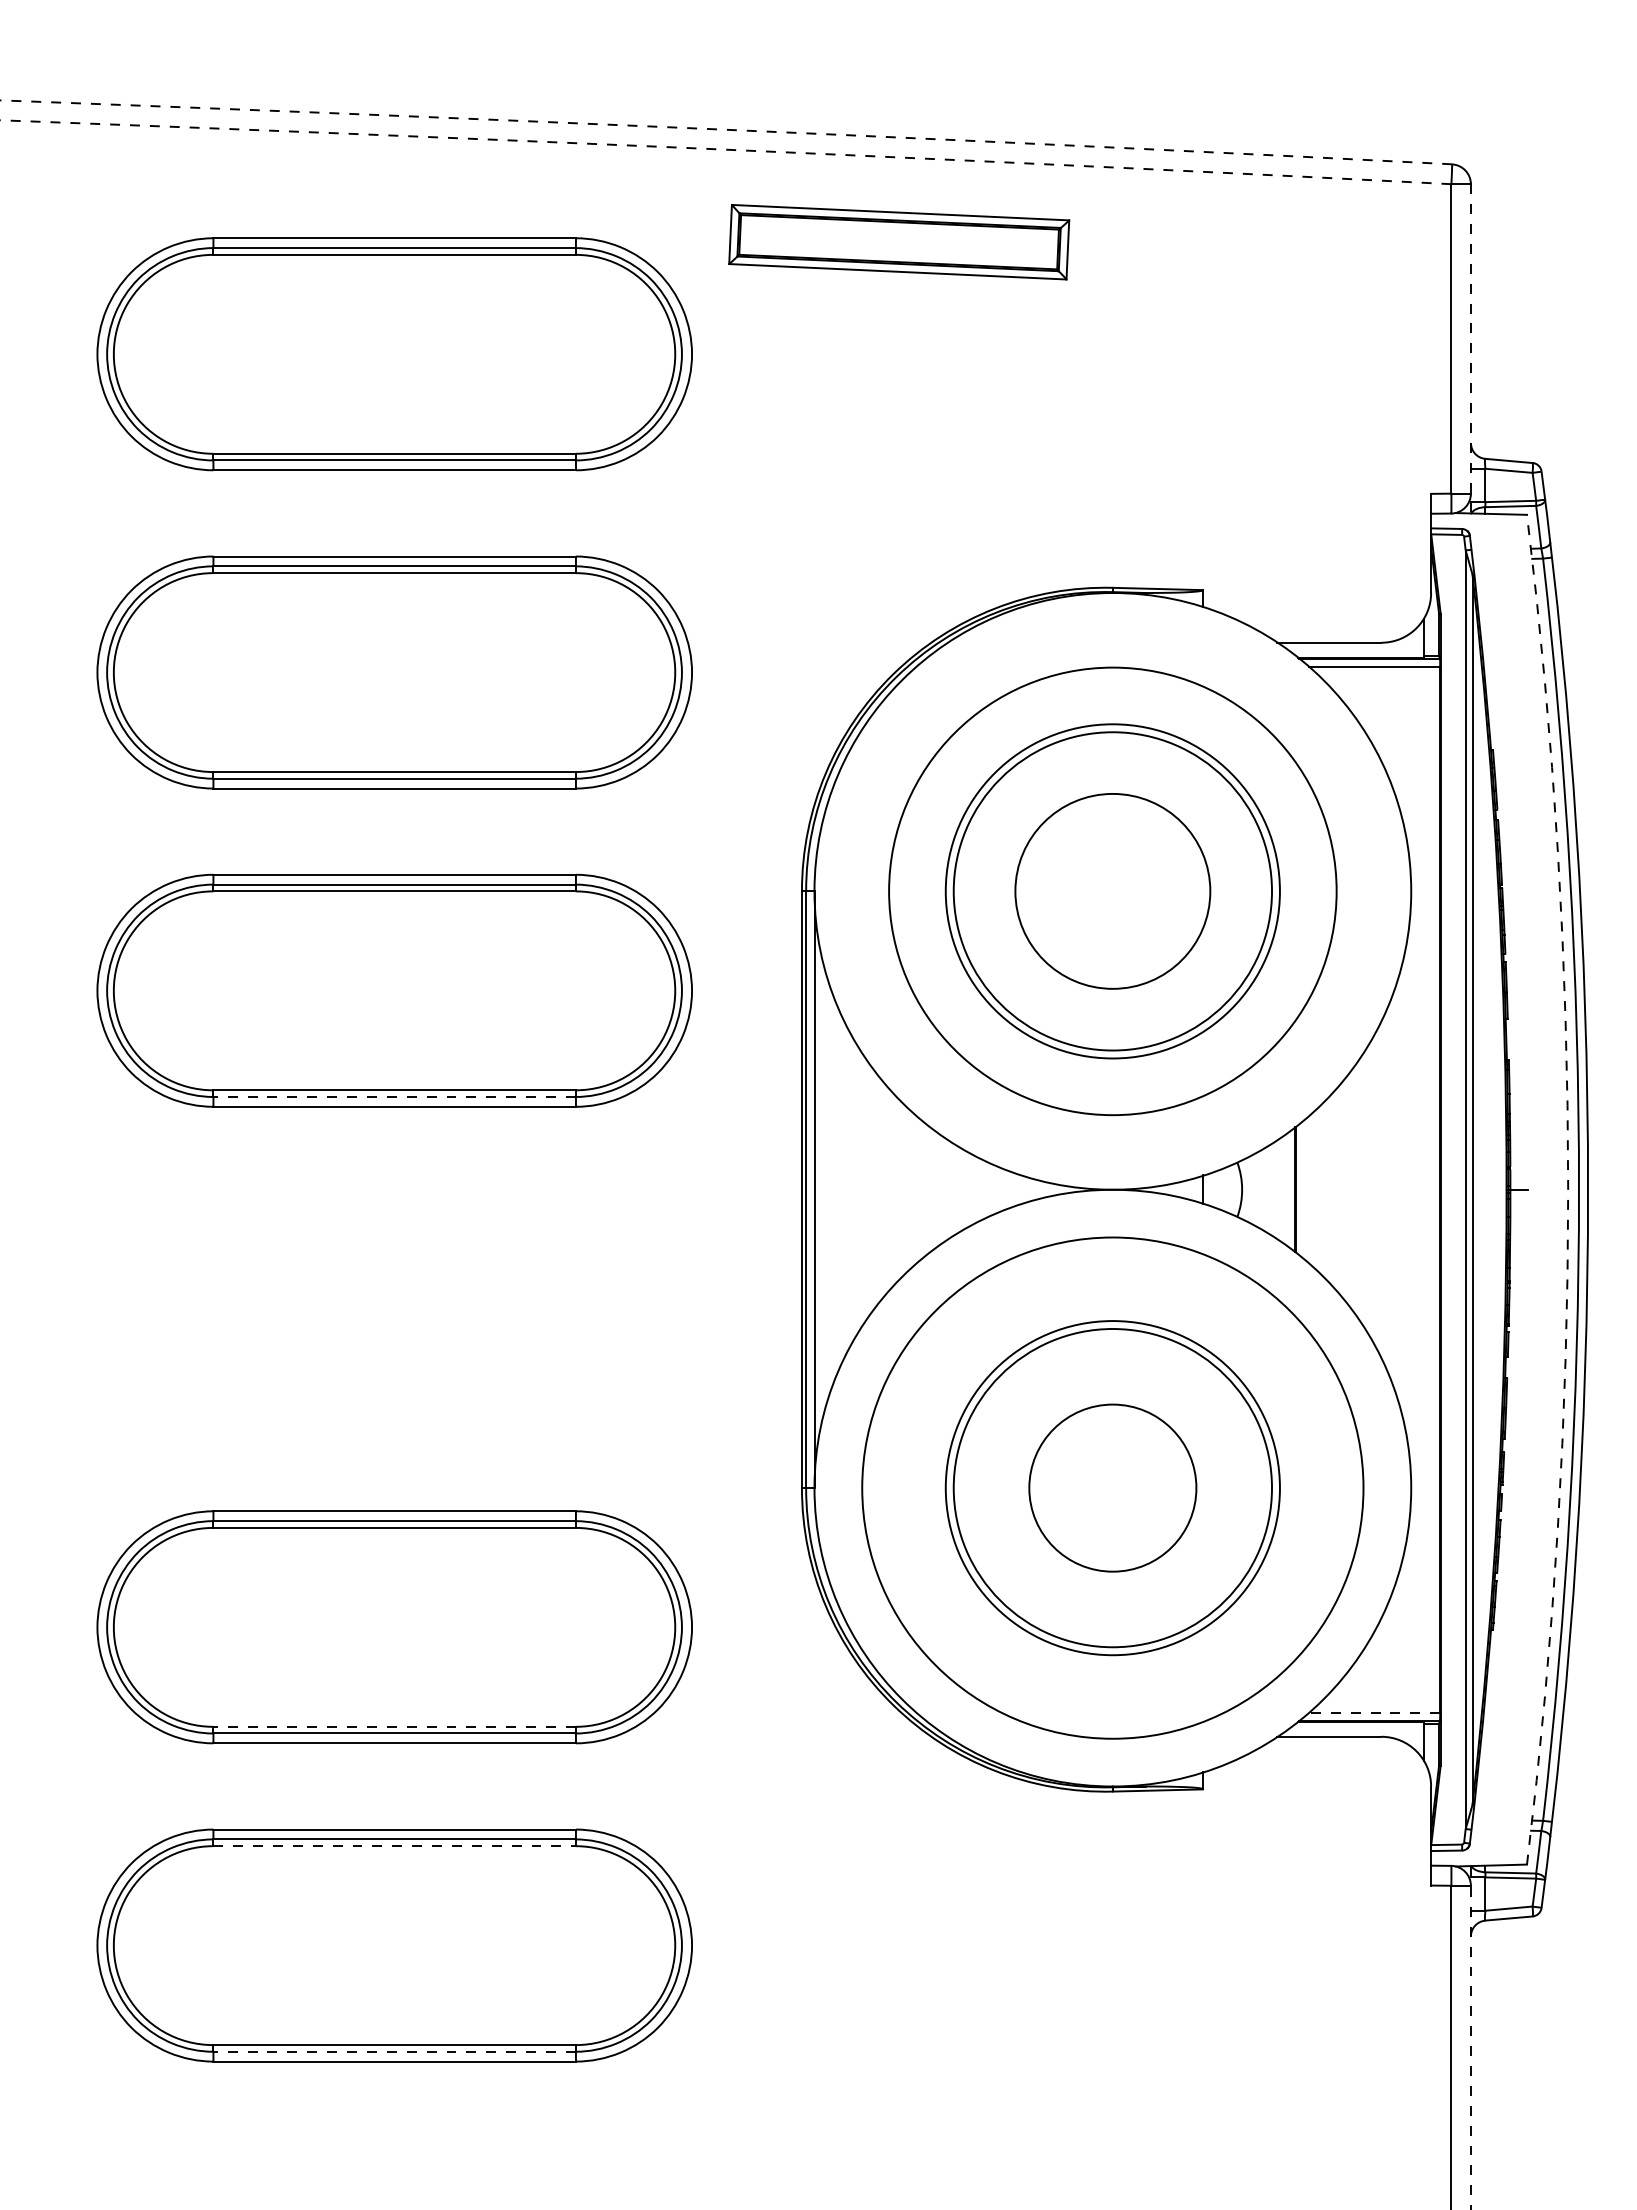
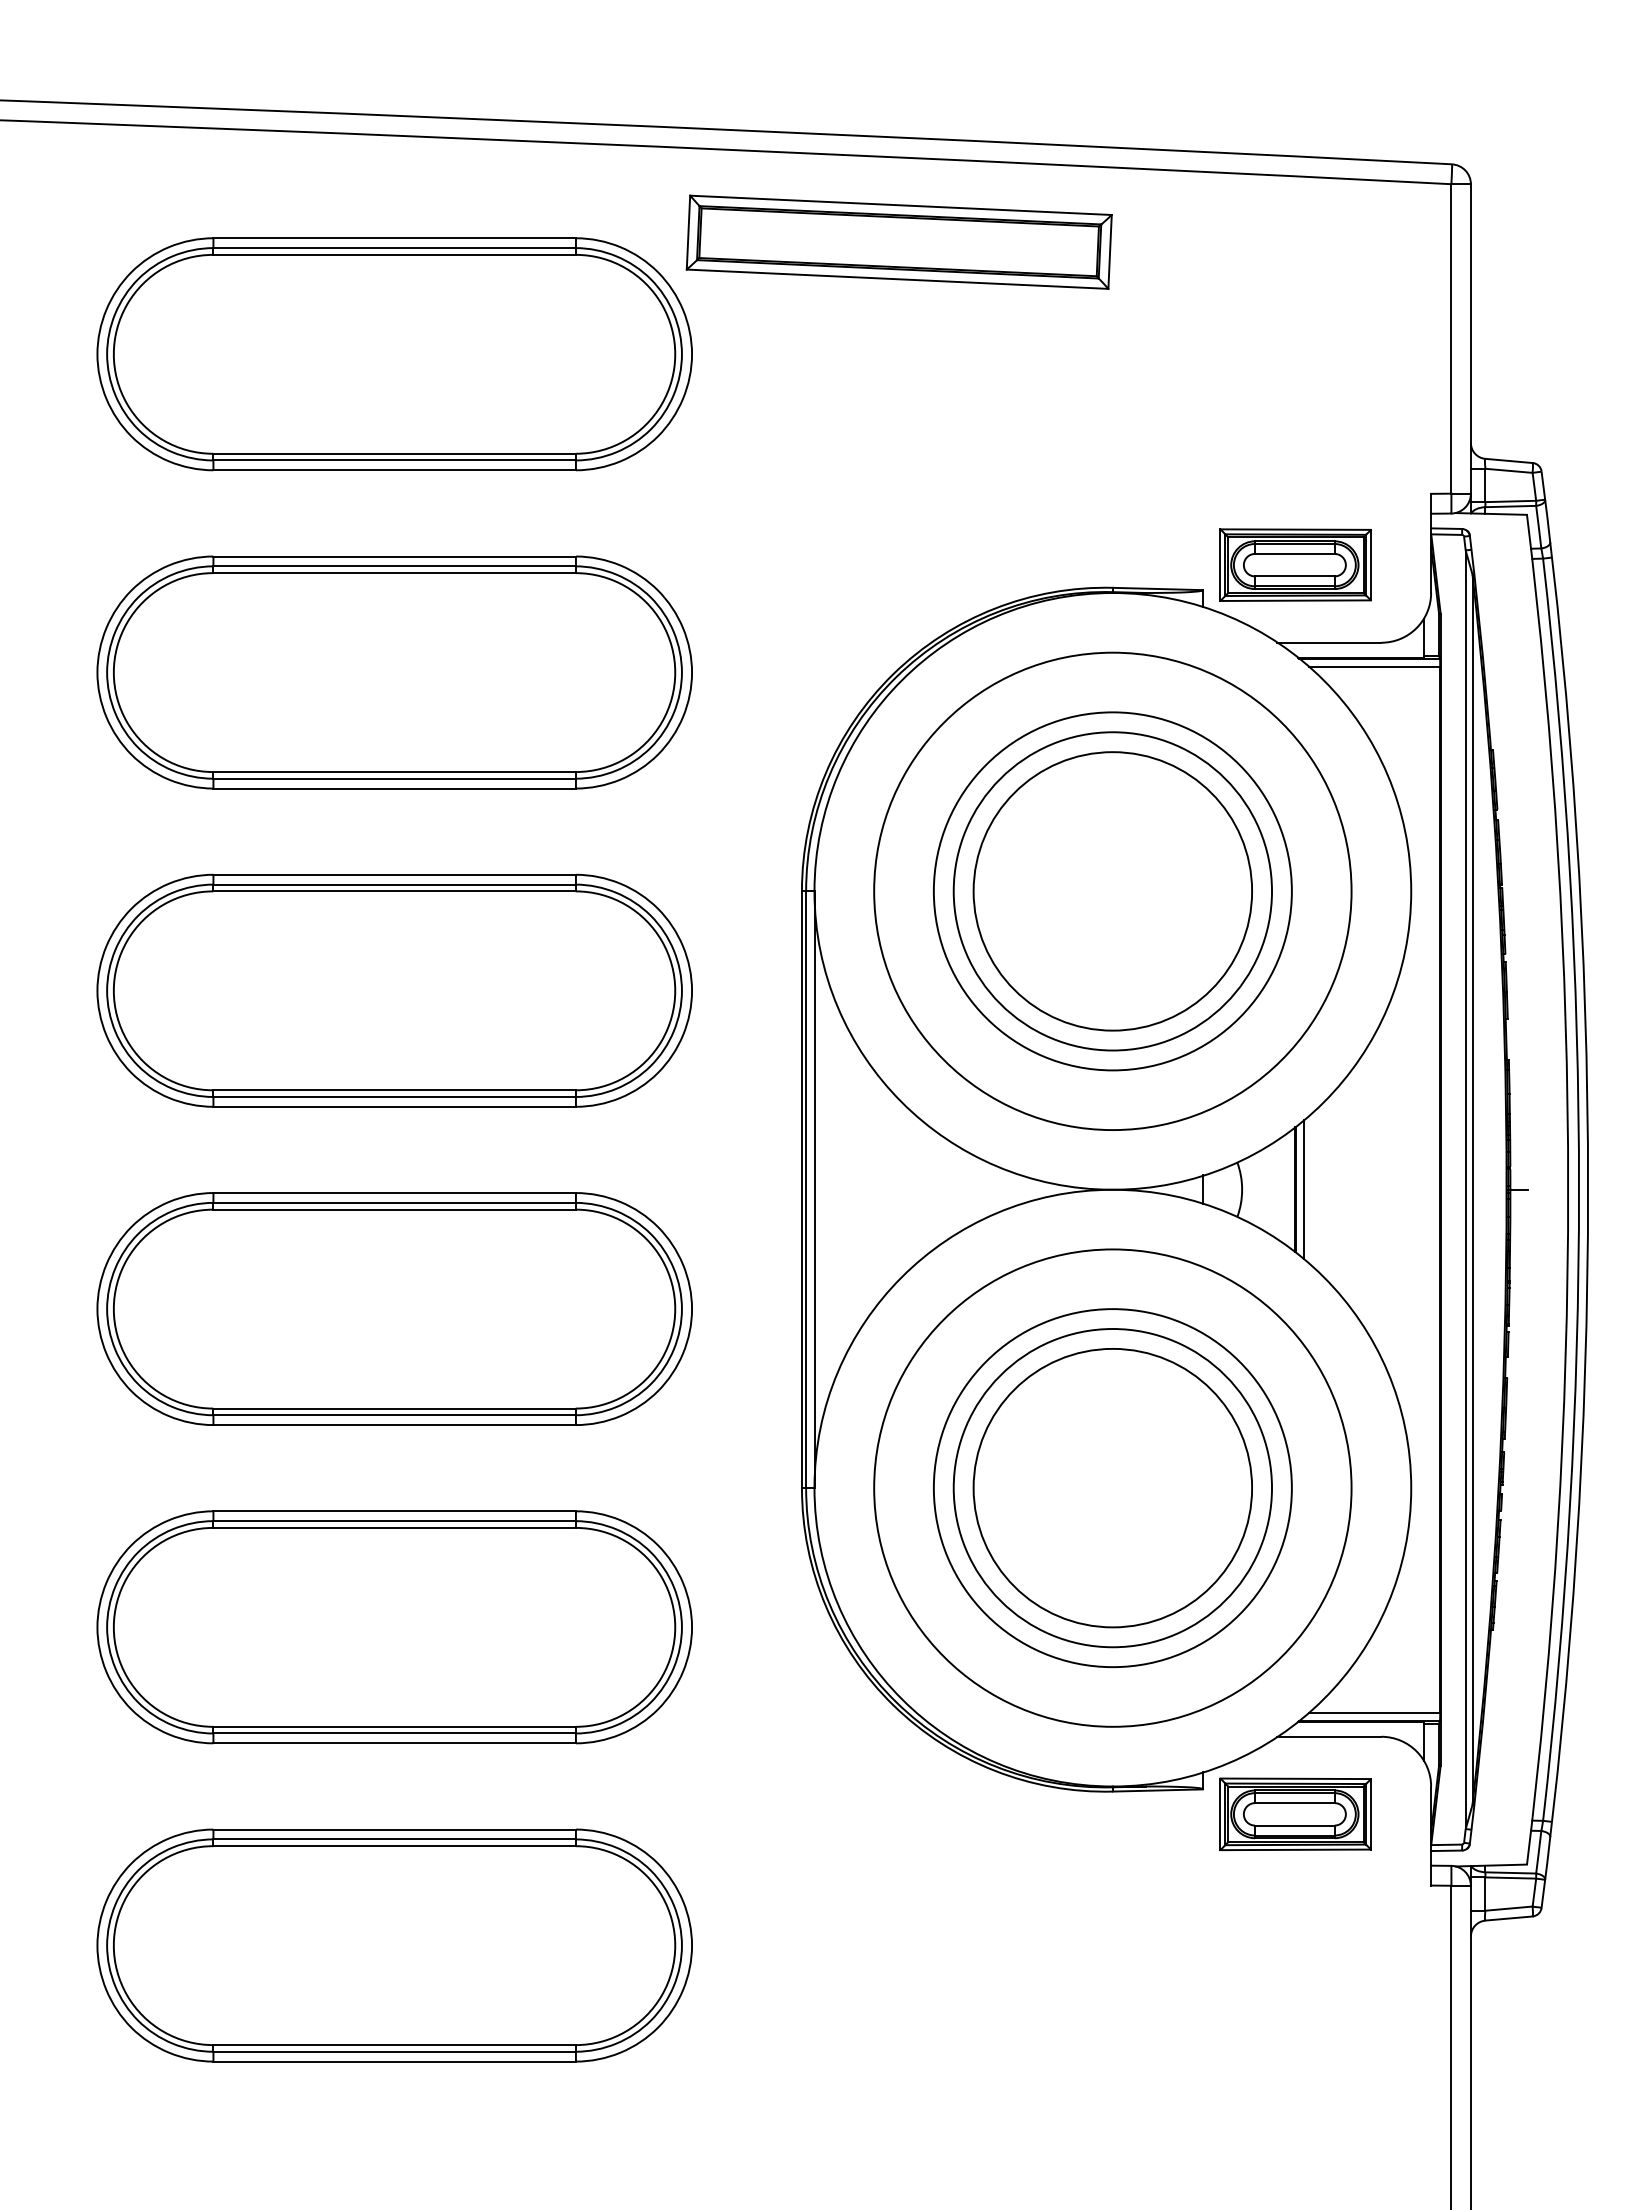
arc at (725, 129): dashed -> solid
arc at (726, 149): dashed -> solid
part at (899, 242) size: 343x77 px -> 428x96 px
line at (1470, 348): dashed -> solid
part at (1295, 564): none -> present
circle at (1112, 890) diameter: 195 px -> 278 px
circle at (1112, 891) diameter: 334 px -> 477 px
circle at (1112, 891) diameter: 448 px -> 358 px
line at (394, 1096): dashed -> solid
line at (1303, 1189): none -> present
arc at (1568, 1189): dashed -> solid
part at (394, 1308): none -> present
circle at (1112, 1487) diameter: 167 px -> 278 px
circle at (1112, 1487) diameter: 501 px -> 358 px
circle at (1112, 1488) diameter: 334 px -> 477 px
line at (1374, 1712): dashed -> solid
line at (394, 1726): dashed -> solid
part at (1295, 1814): none -> present
line at (395, 1846): dashed -> solid
line at (1470, 2037): dashed -> solid
line at (394, 2051): dashed -> solid
